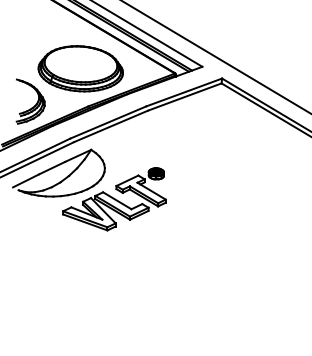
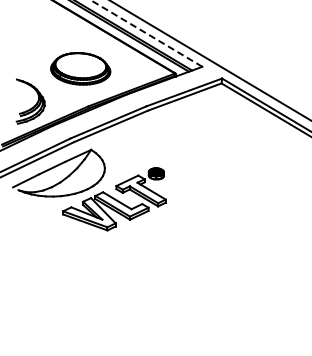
line at (146, 33): solid -> dashed
line at (215, 57) position: (215, 57) -> (210, 60)
part at (80, 68) size: 87x48 px -> 62x34 px
